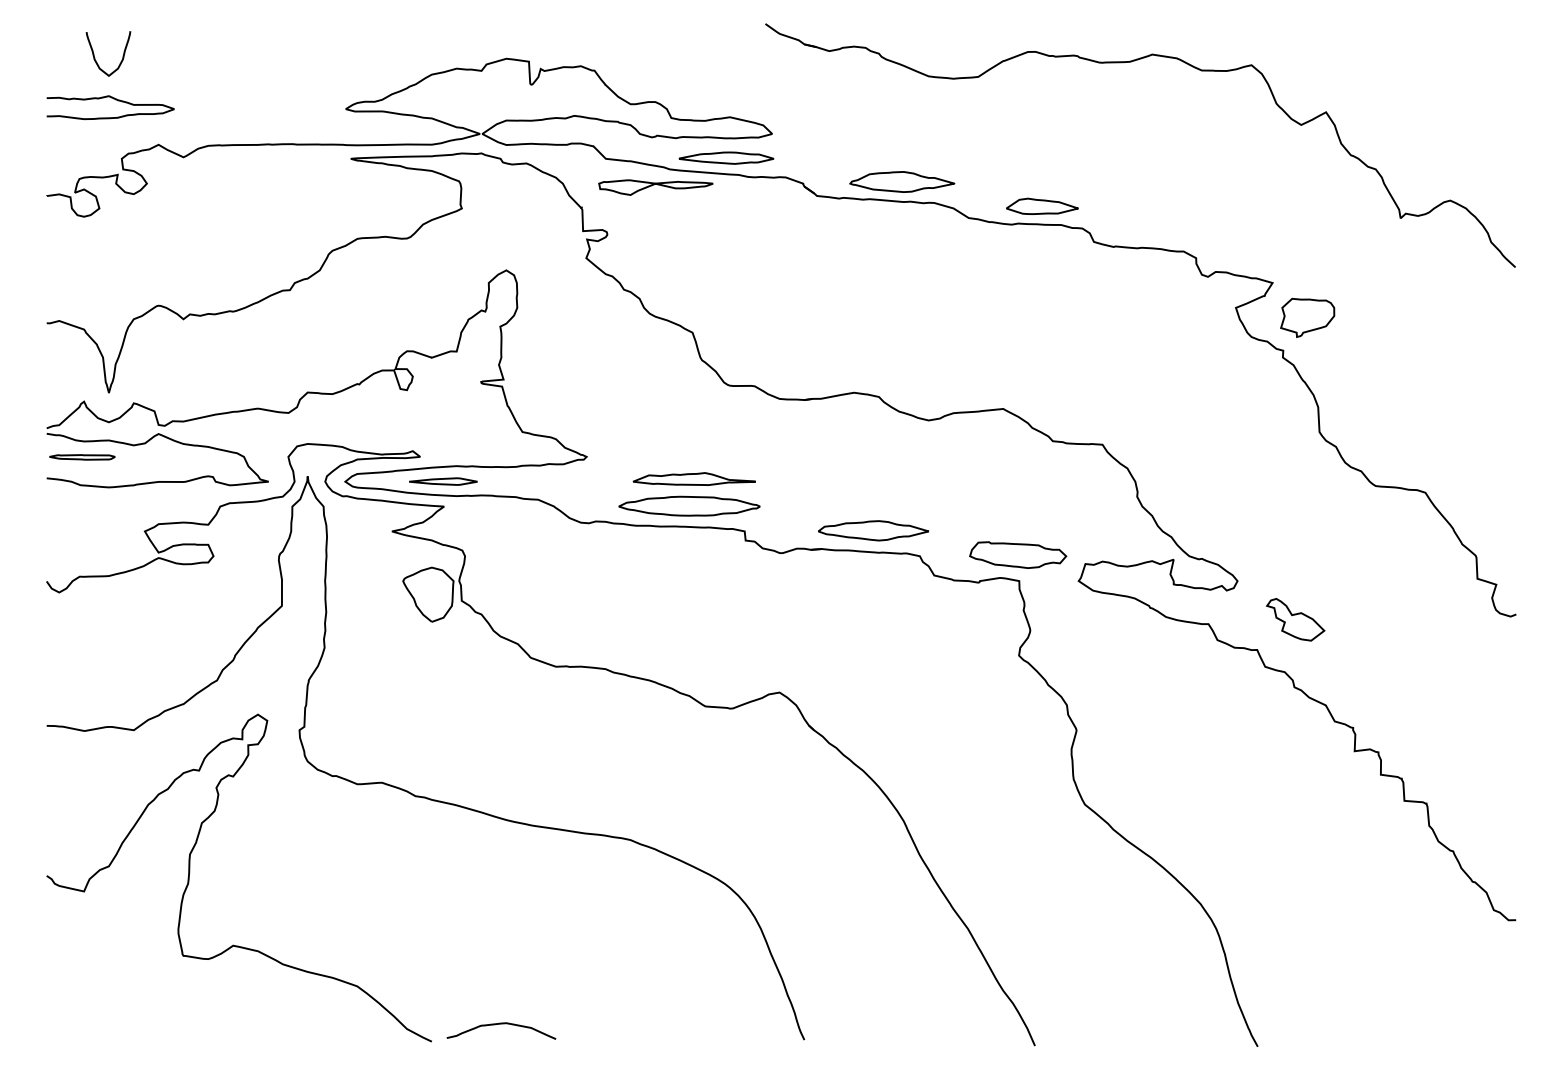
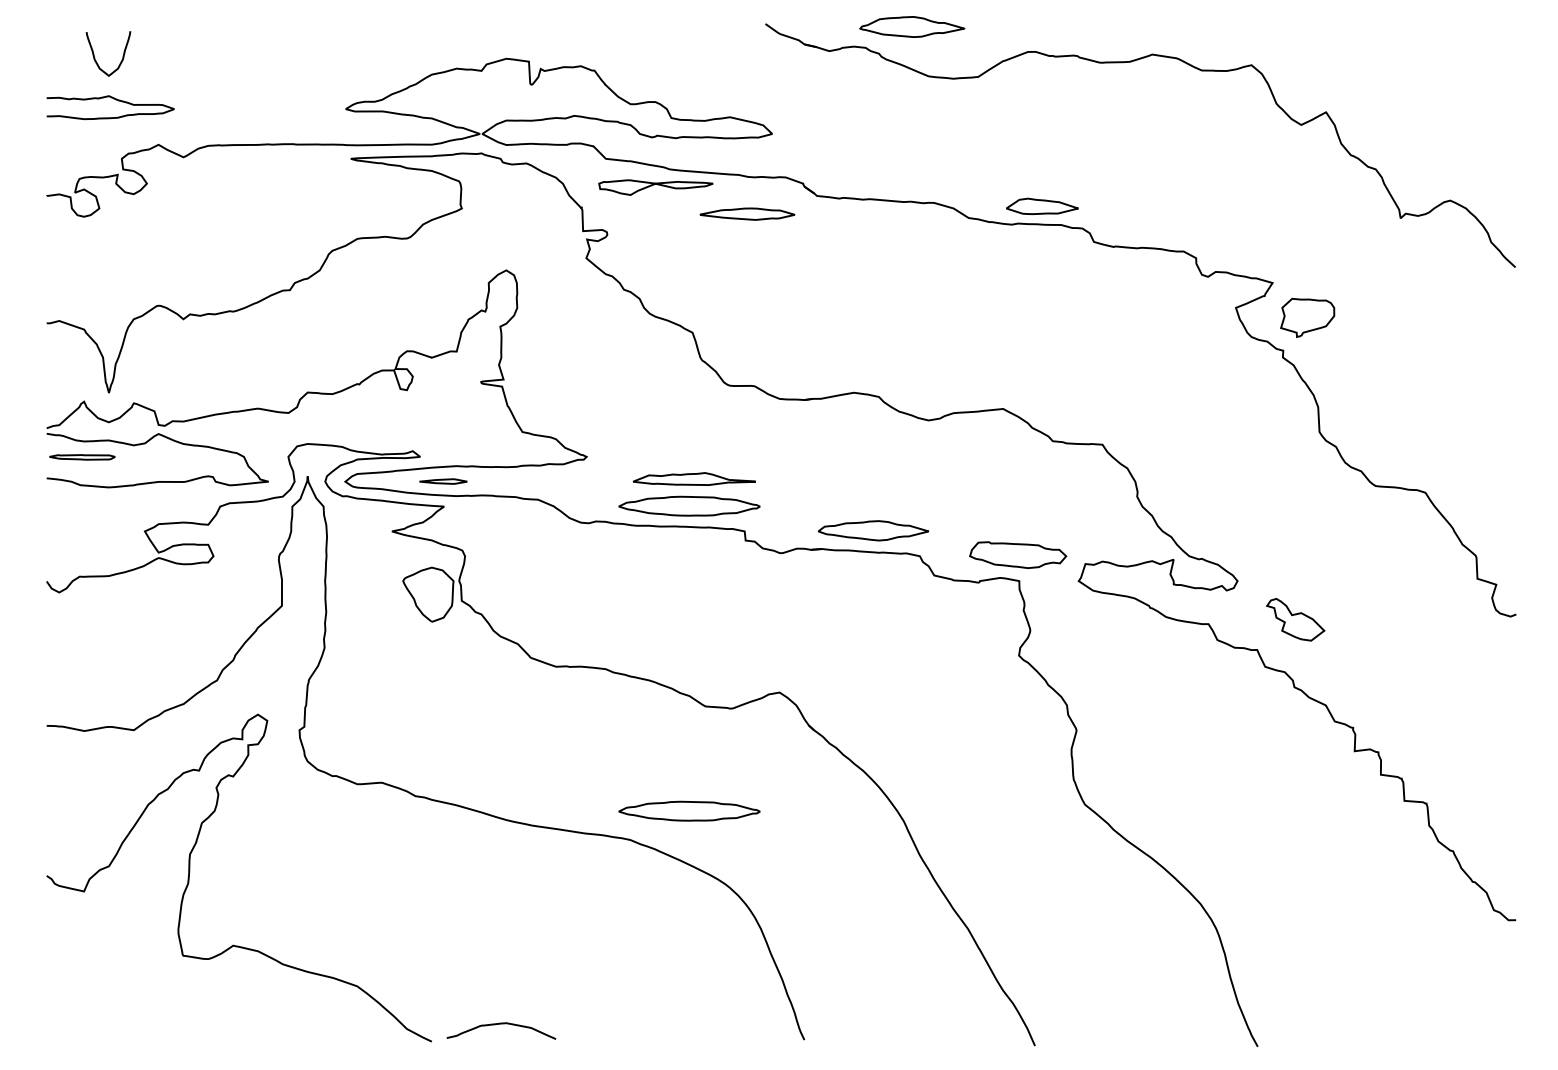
part at (726, 157) position: (726, 157) -> (747, 213)
part at (902, 181) position: (902, 181) -> (912, 26)
part at (443, 481) size: 69x9 px -> 49x7 px
part at (689, 810): none -> present
